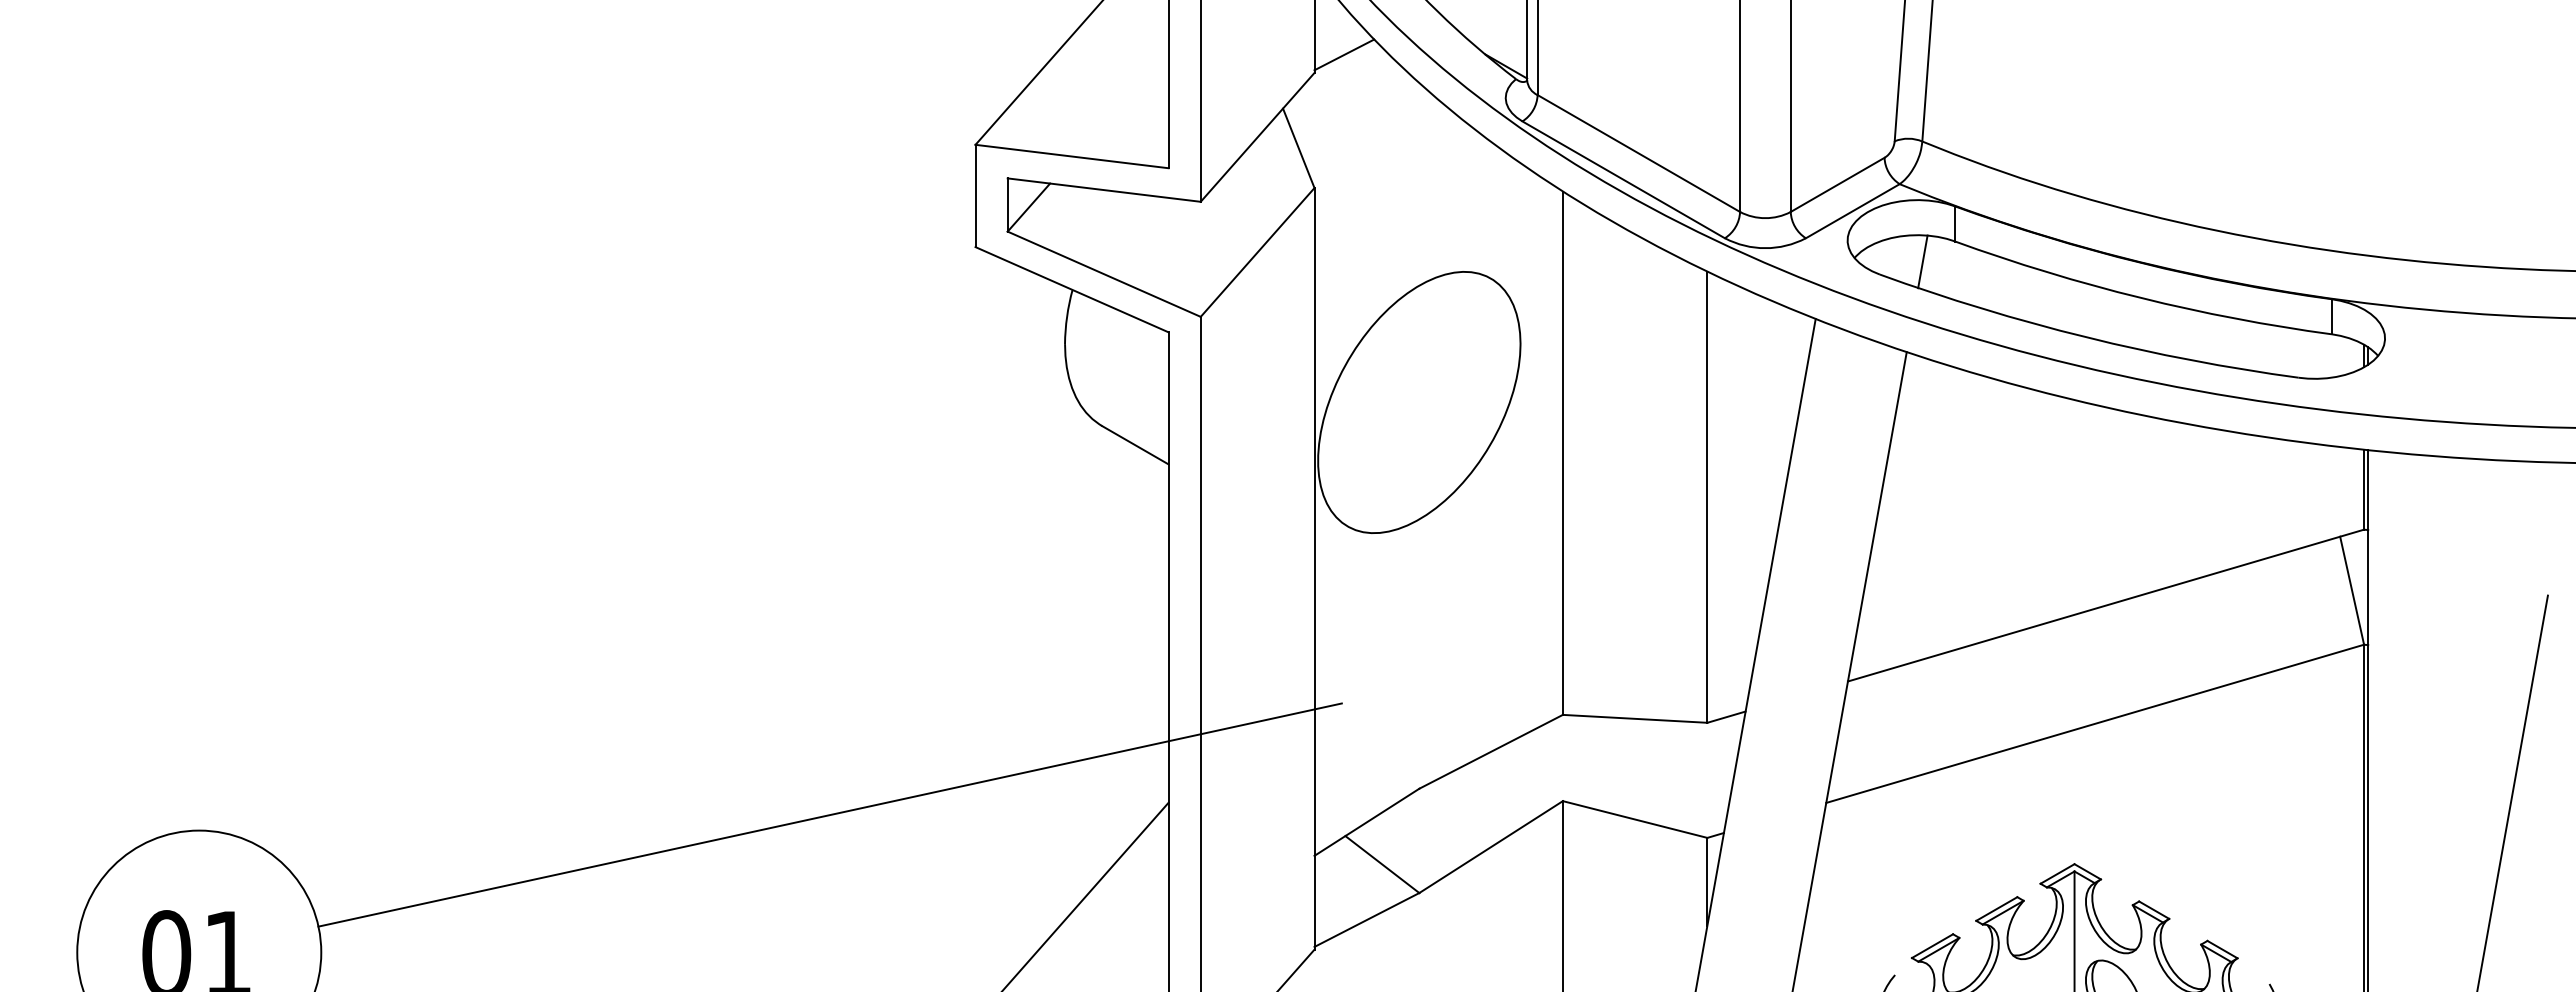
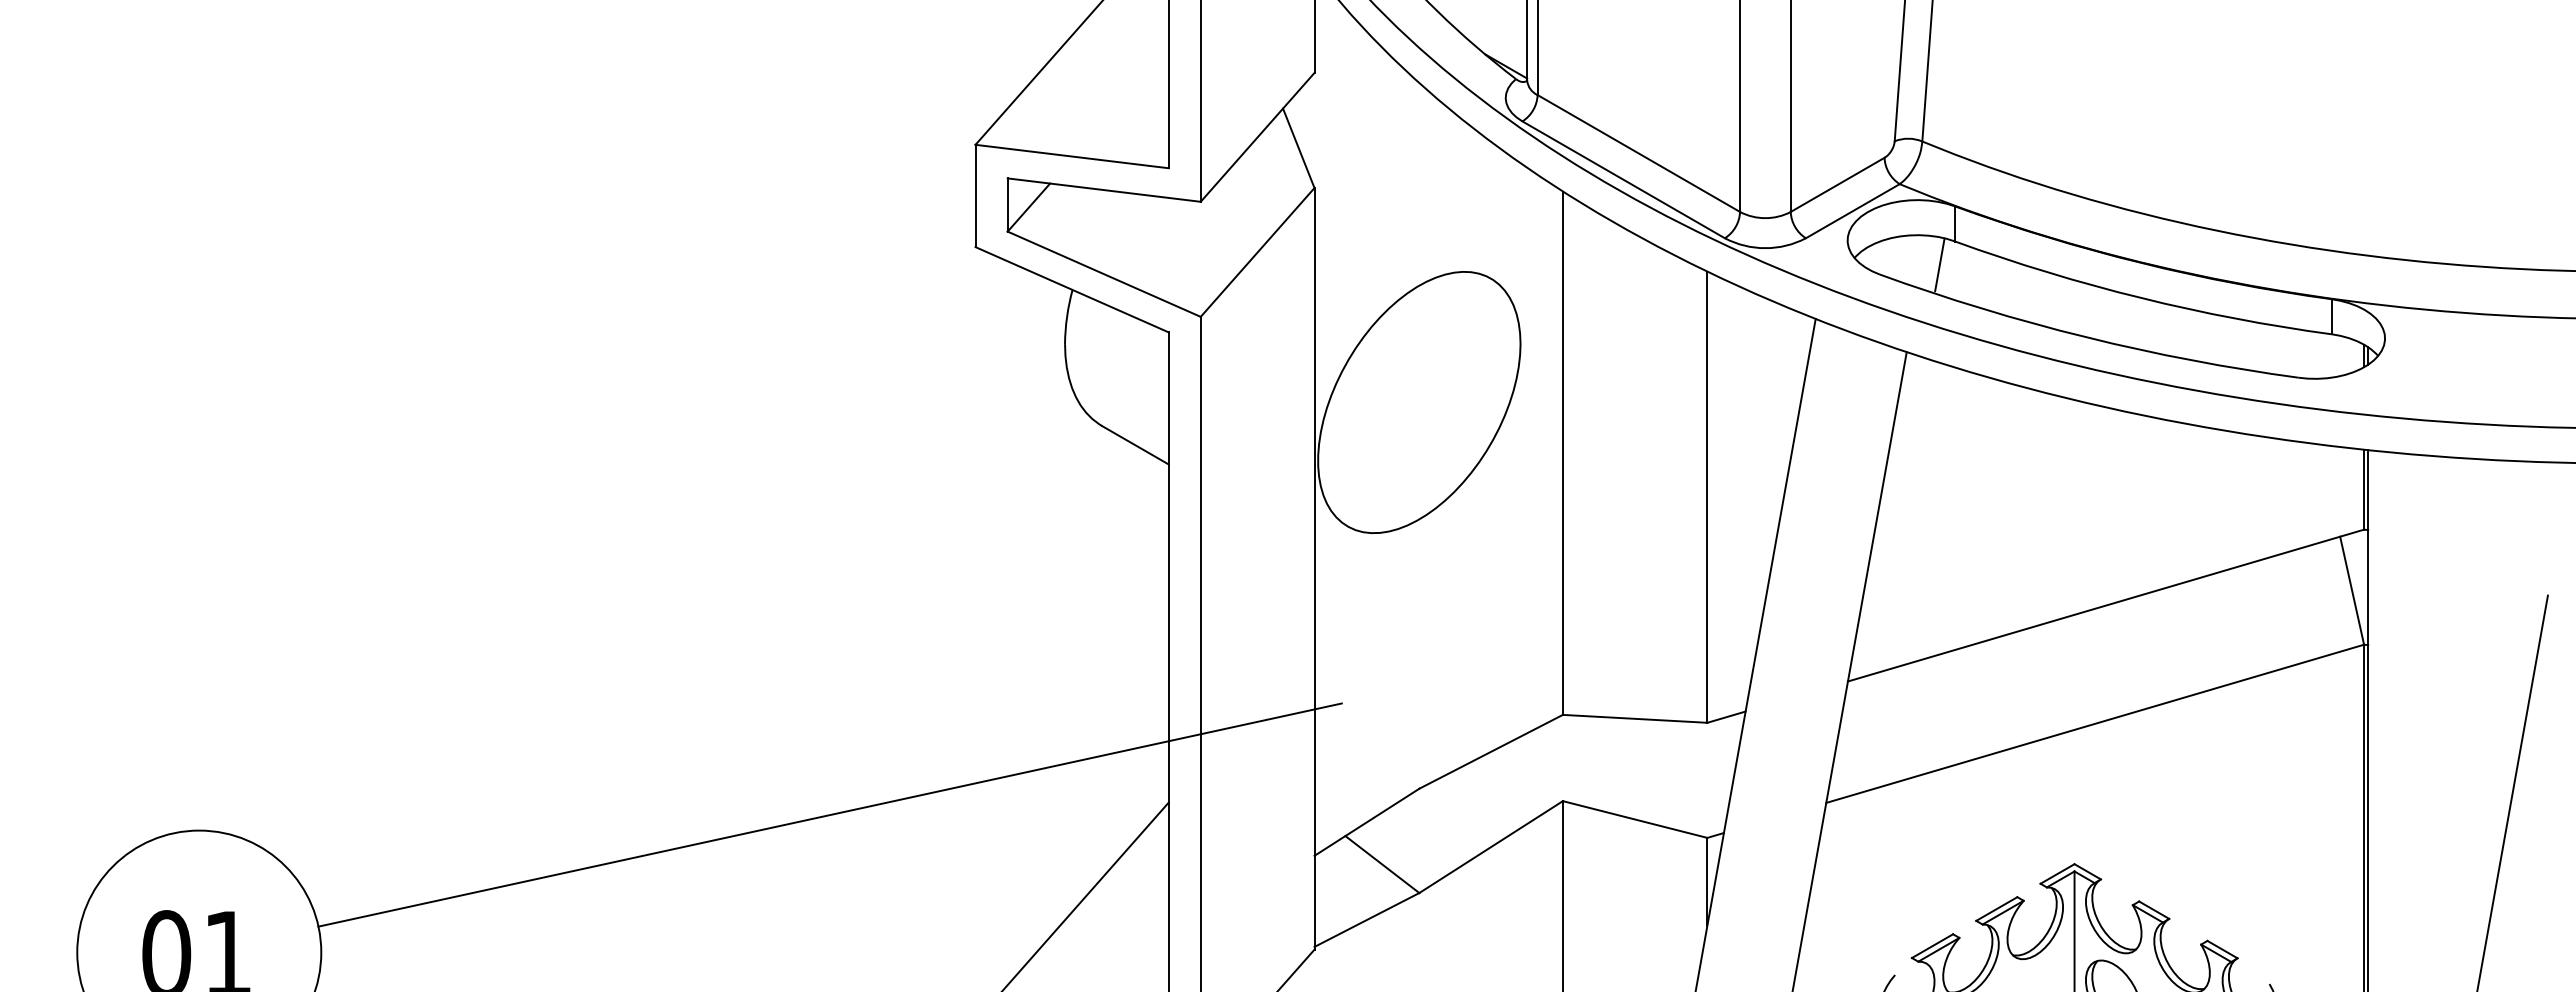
line at (1344, 54): present -> none
line at (1922, 261) position: (1922, 261) -> (1939, 264)
